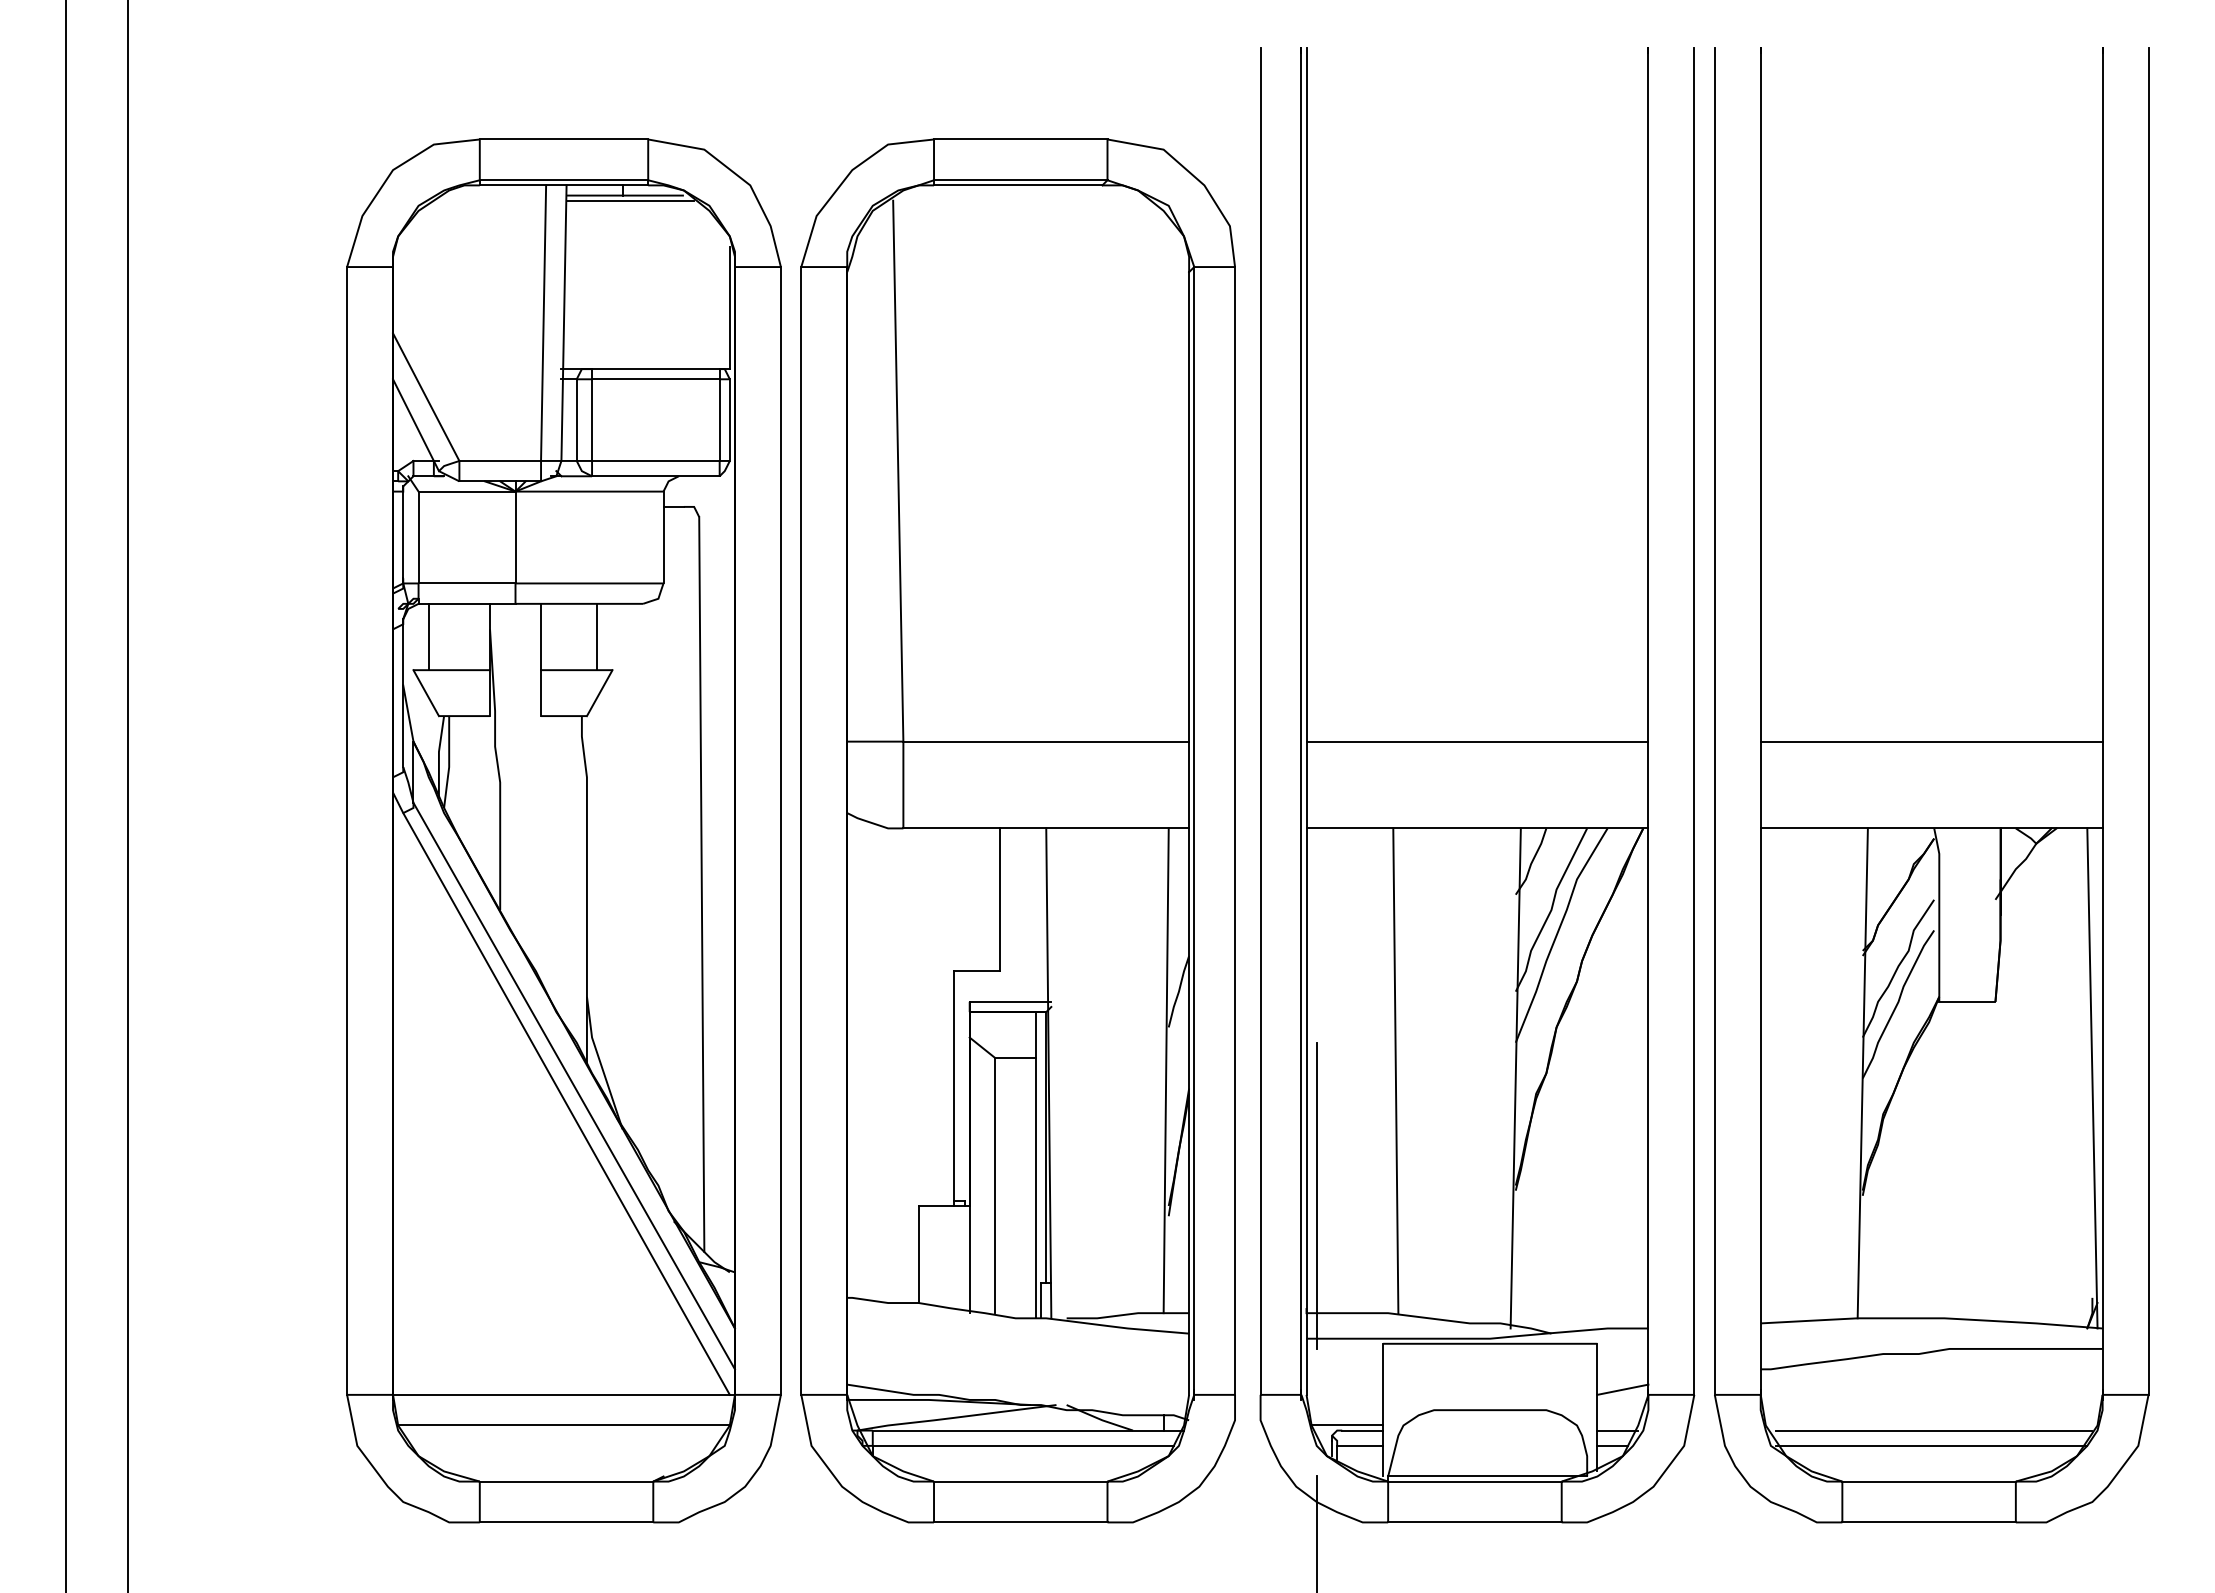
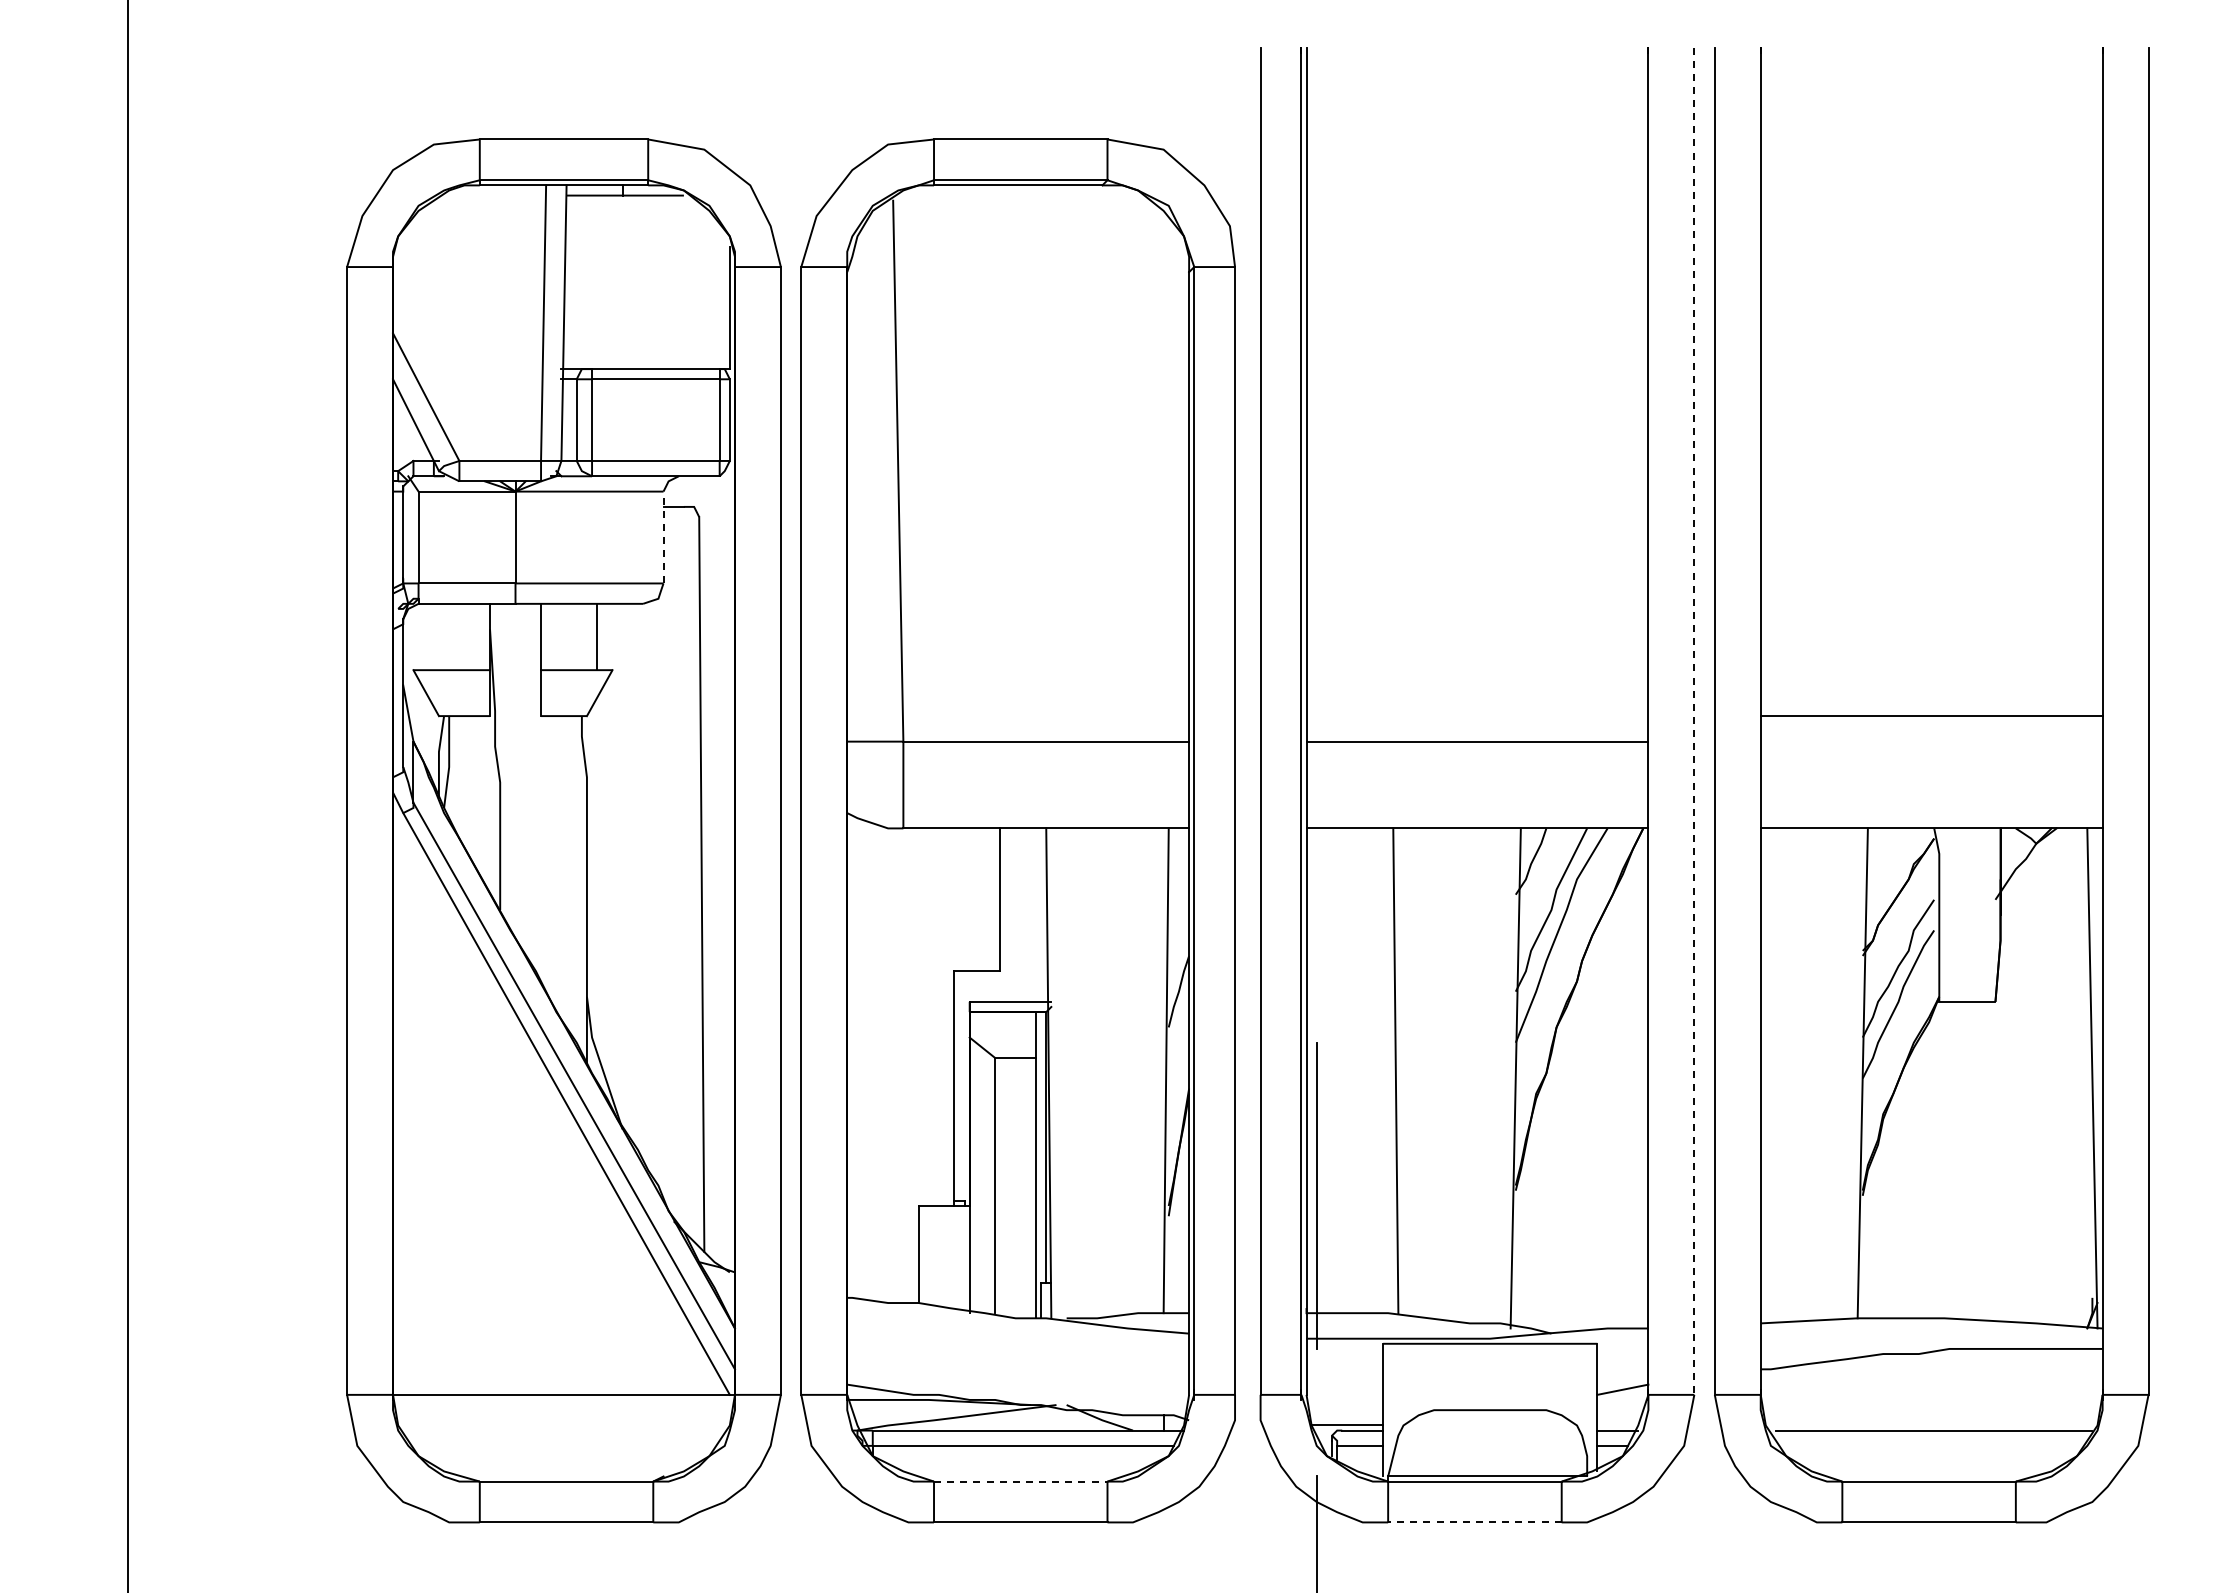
line at (630, 200): present -> none
line at (663, 537): solid -> dashed
line at (428, 636): present -> none
line at (1694, 721): solid -> dashed
line at (1931, 741) position: (1931, 741) -> (1931, 715)
line at (66, 795): present -> none
line at (563, 1425): present -> none
line at (1931, 1445): present -> none
line at (1020, 1481): solid -> dashed
line at (1474, 1522): solid -> dashed
